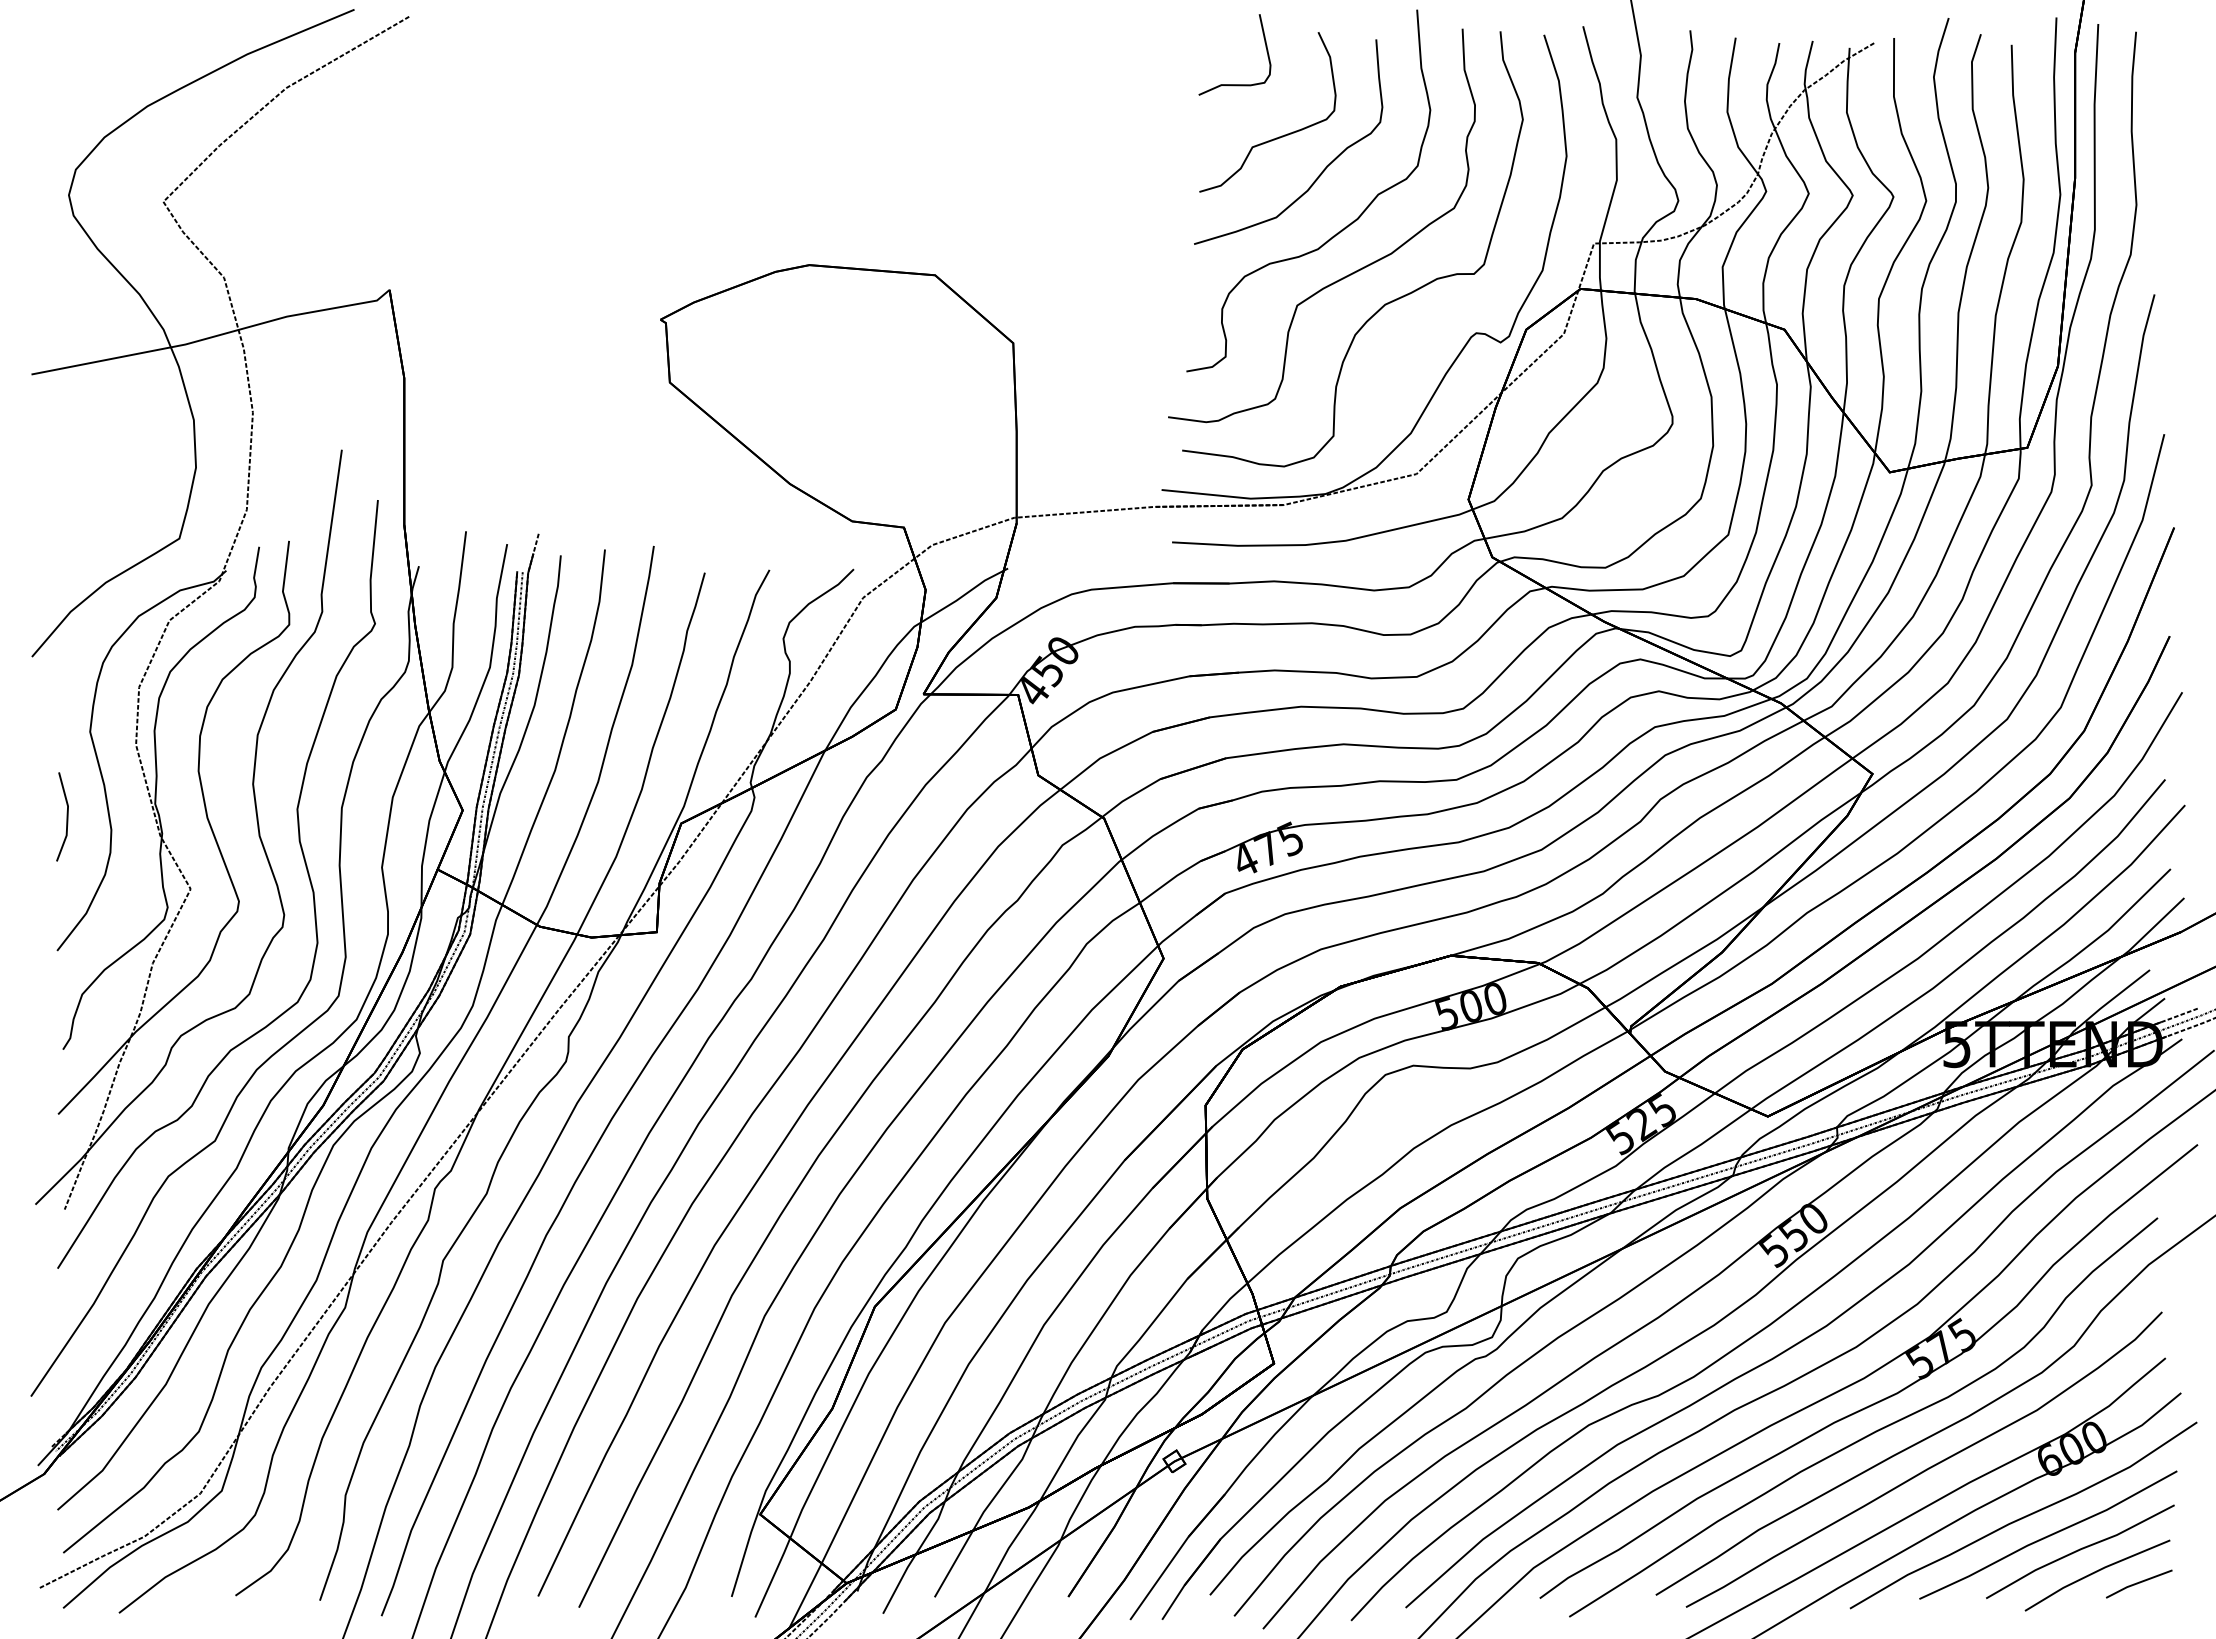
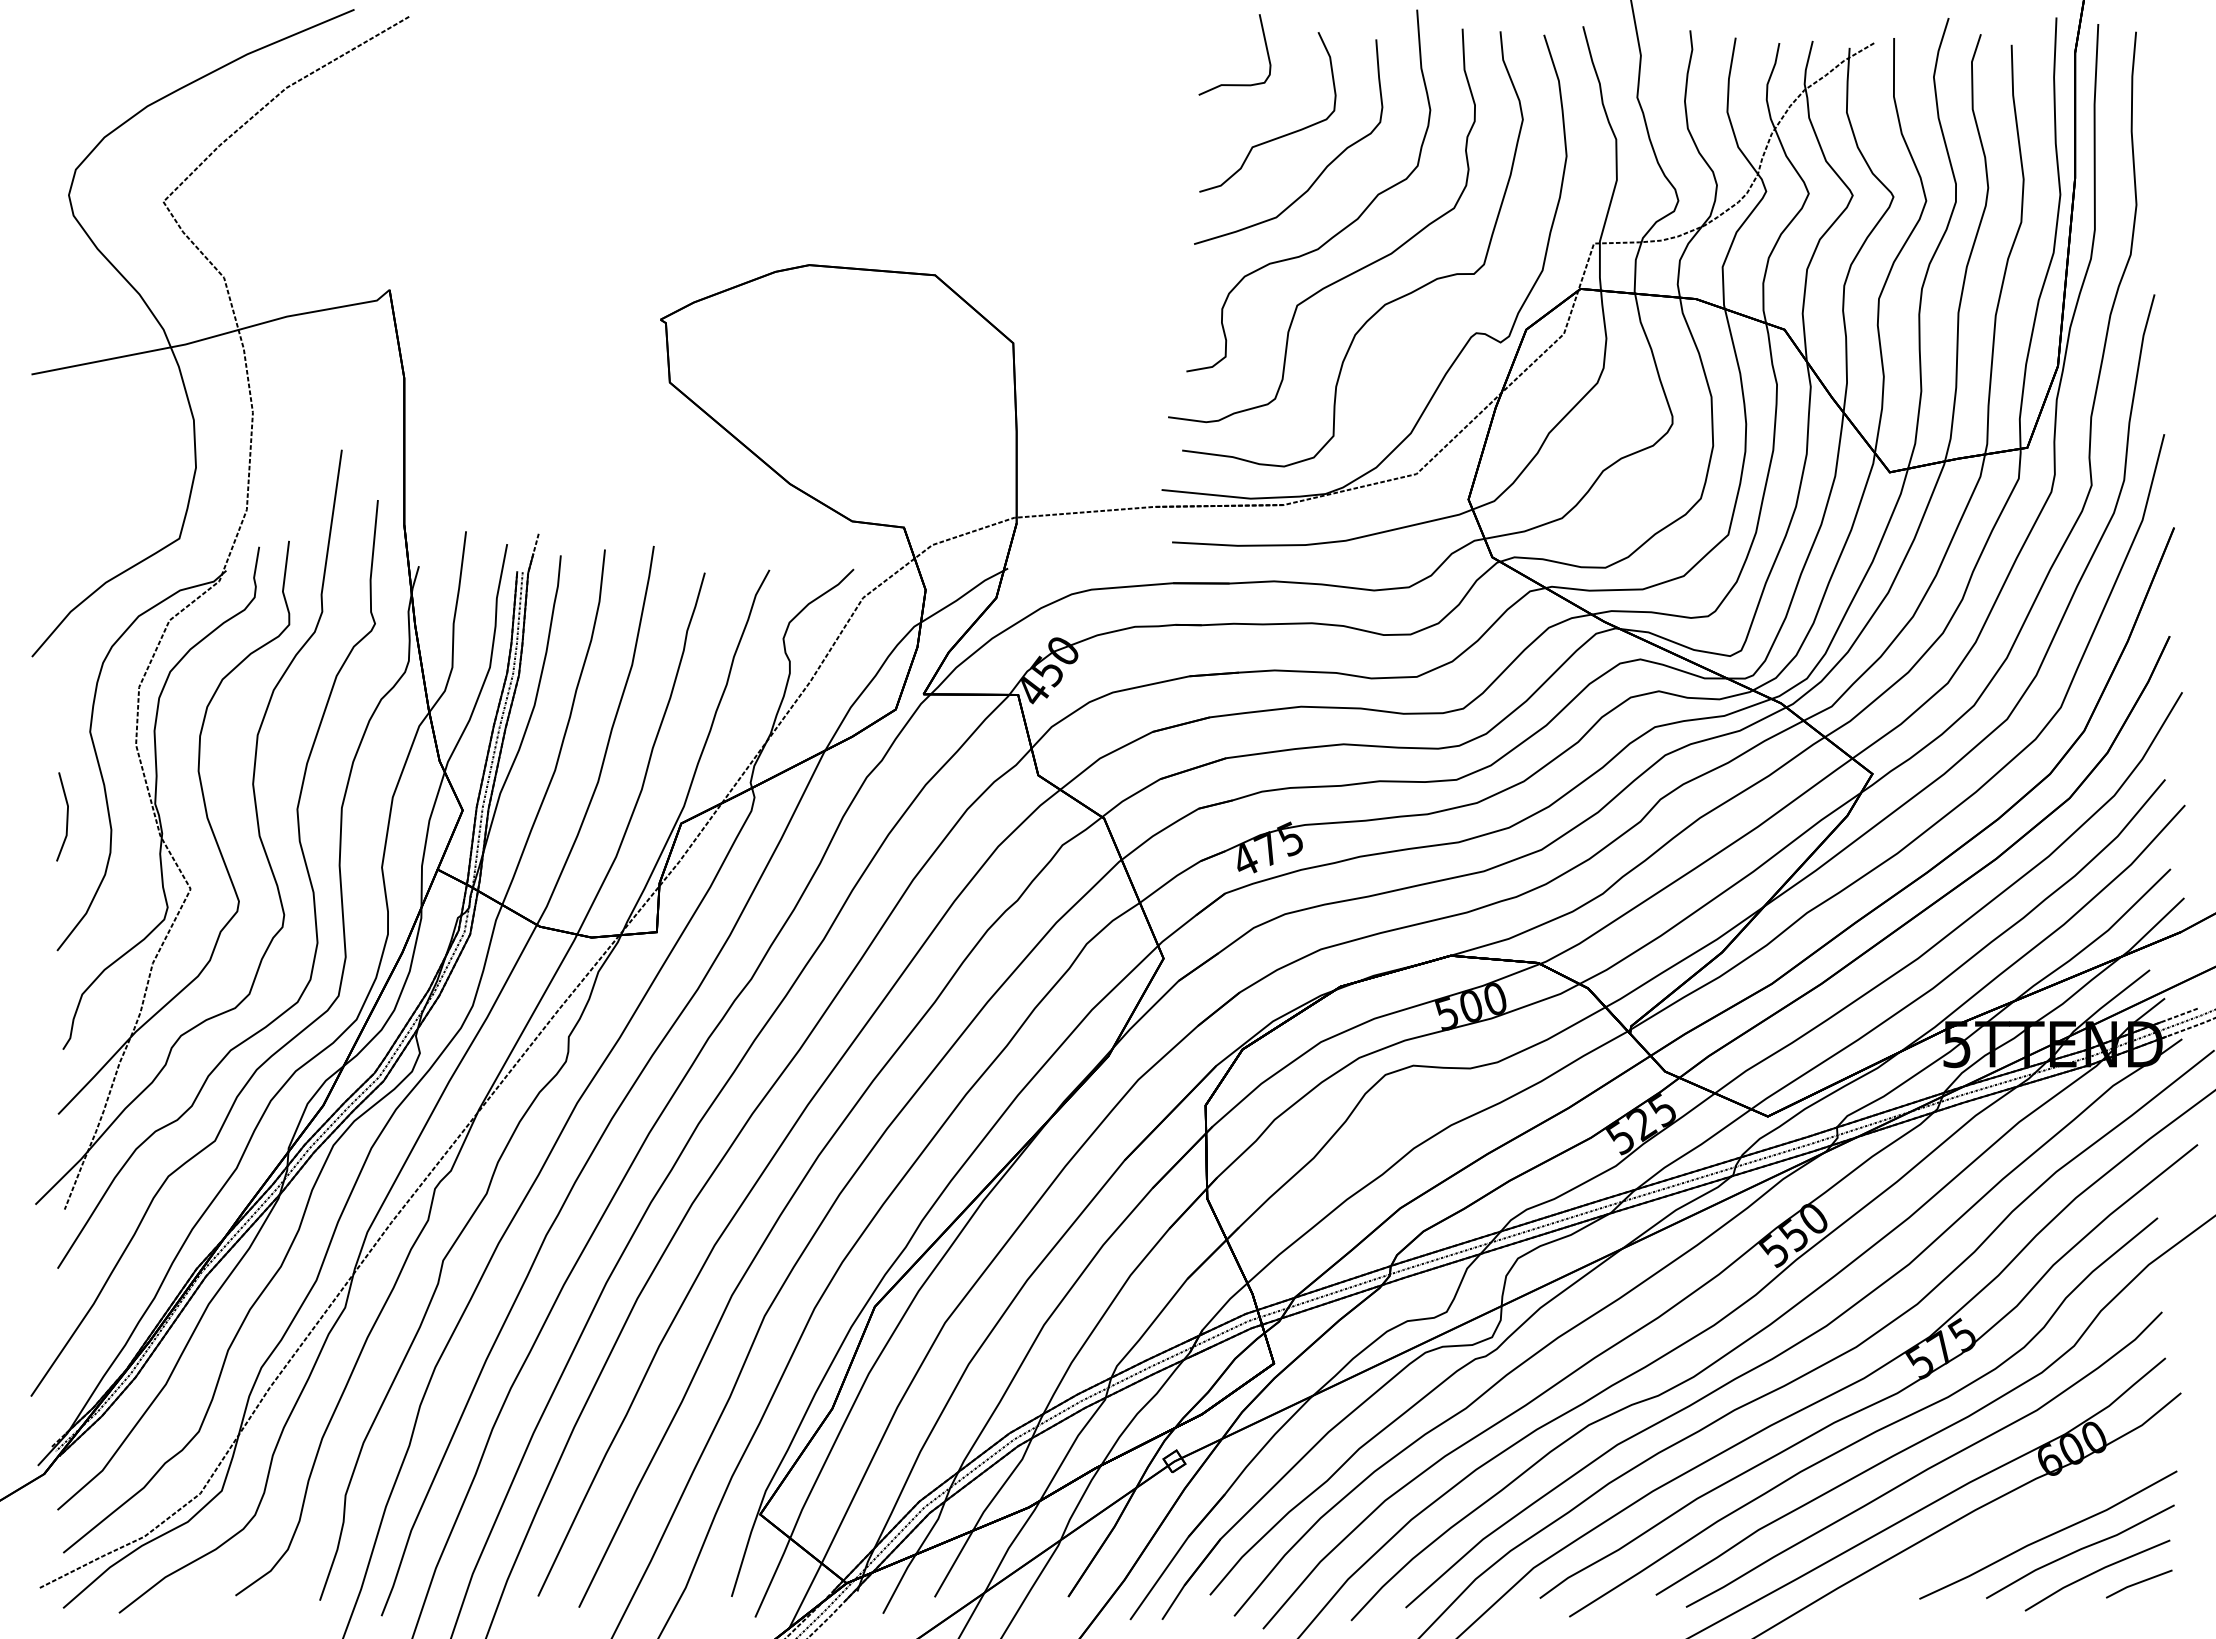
curve at (2023, 1516): present -> none
